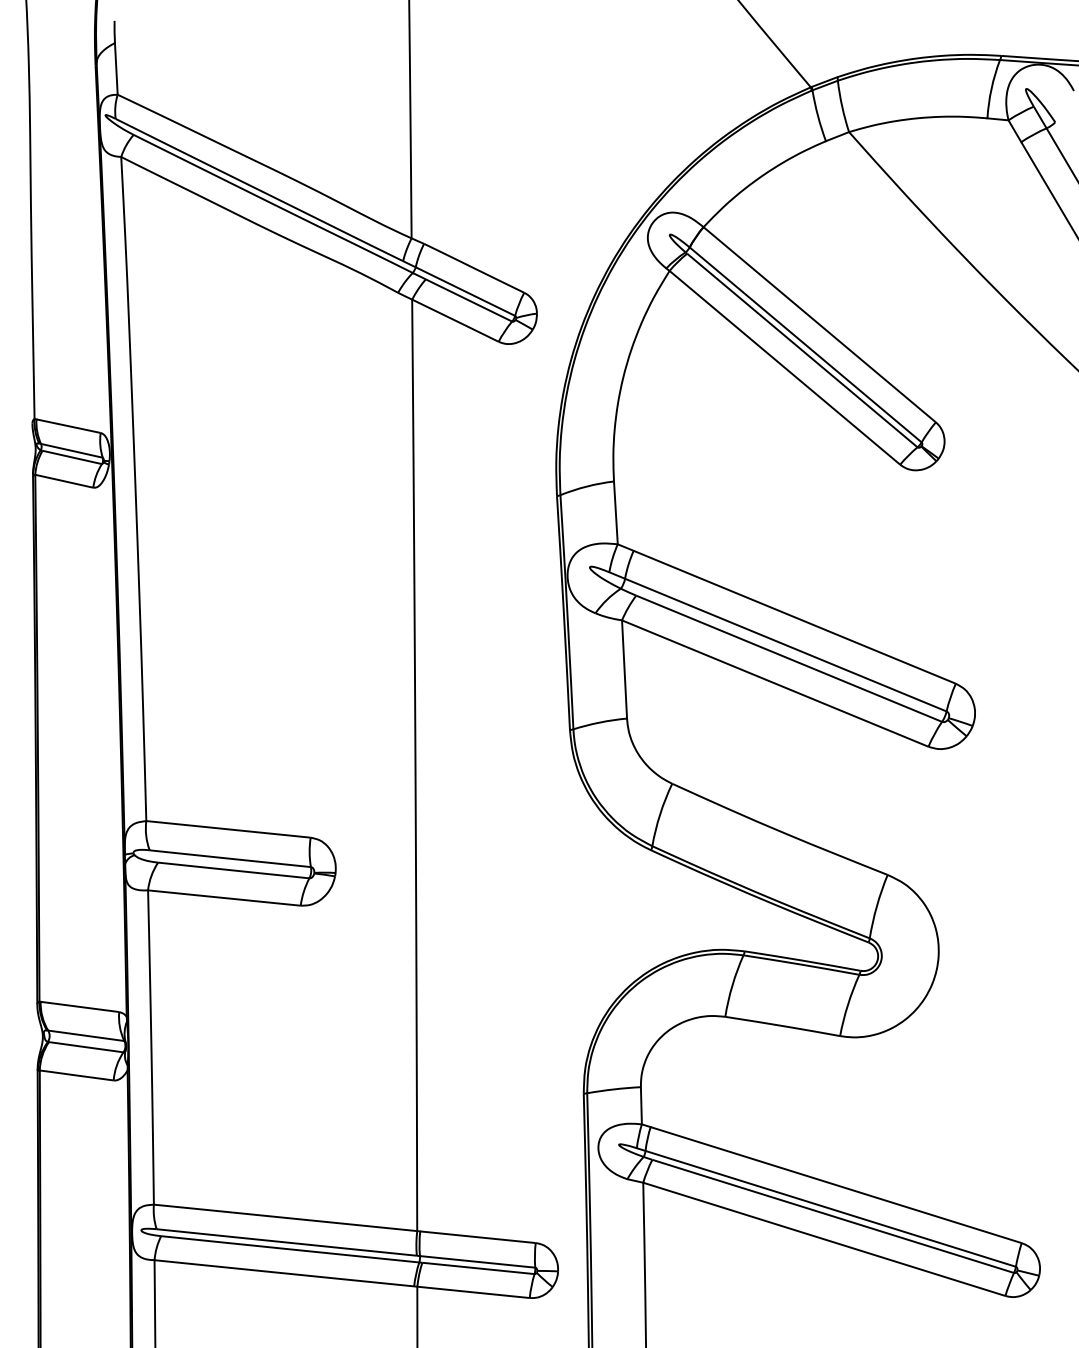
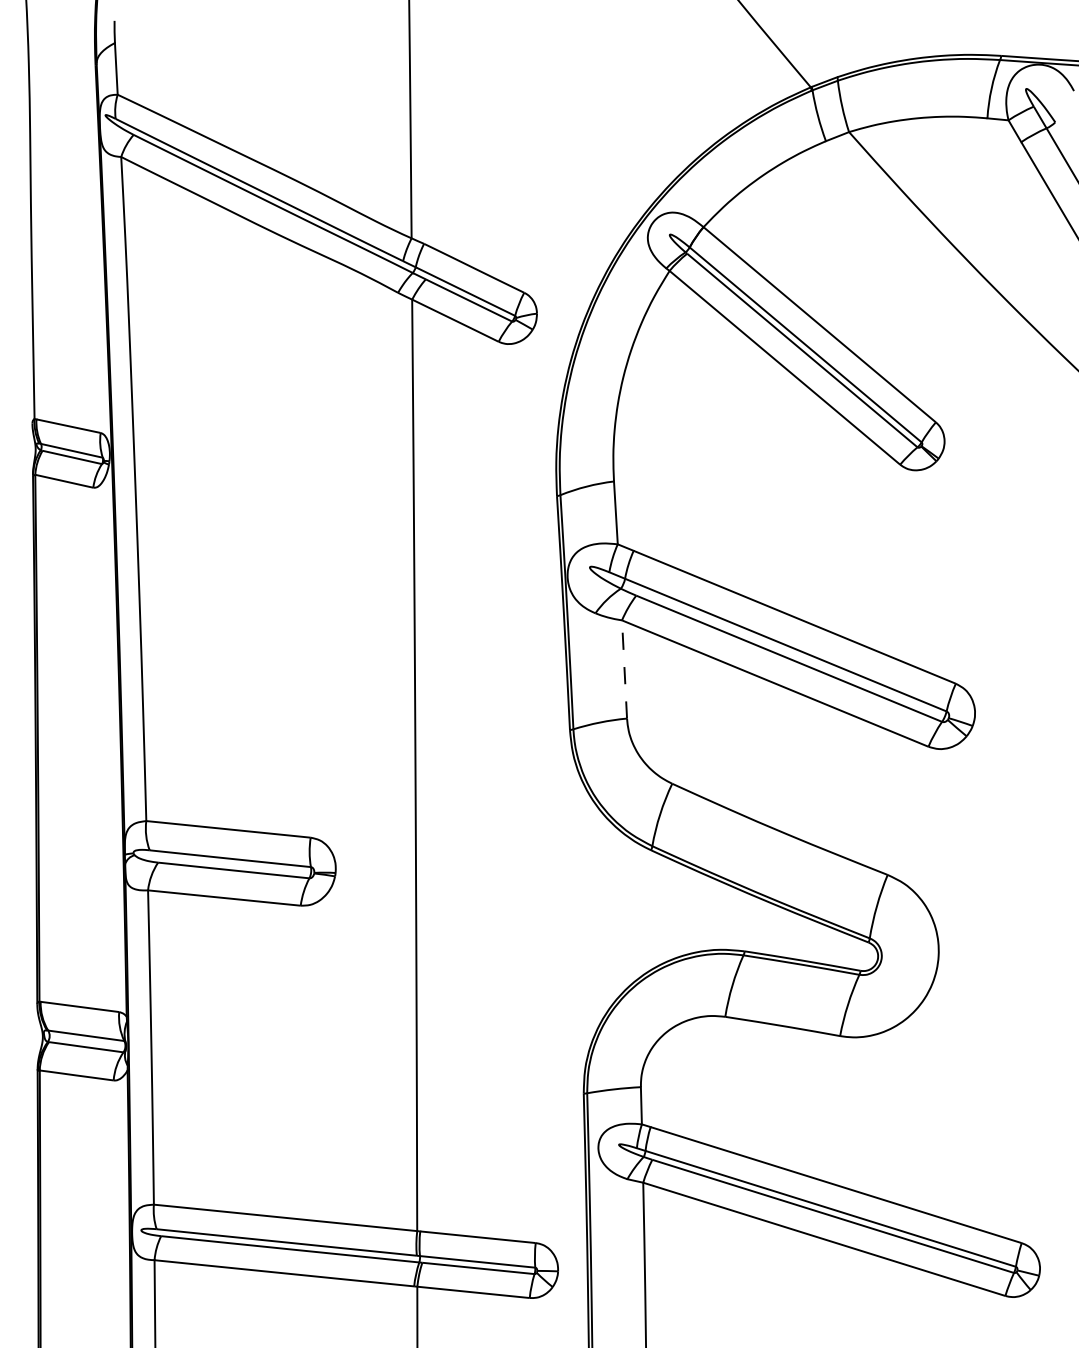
line at (624, 668): solid -> dashed
